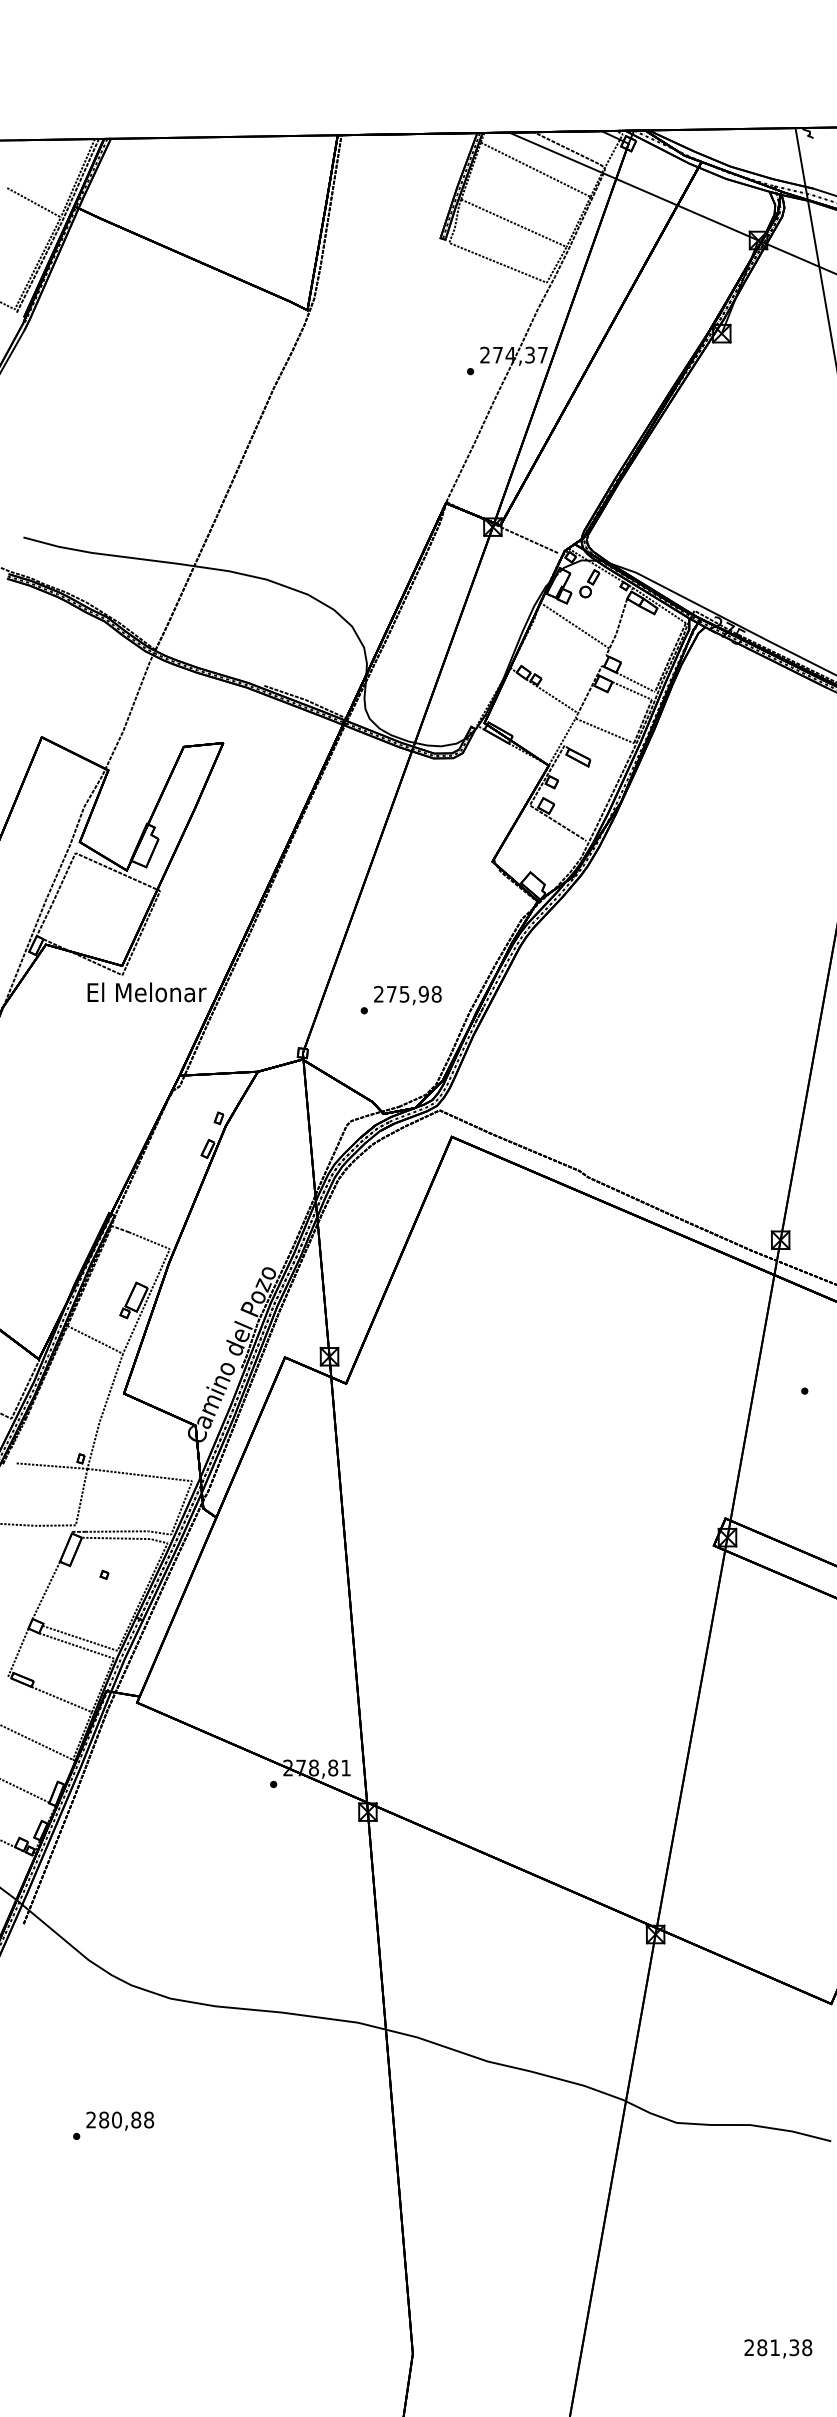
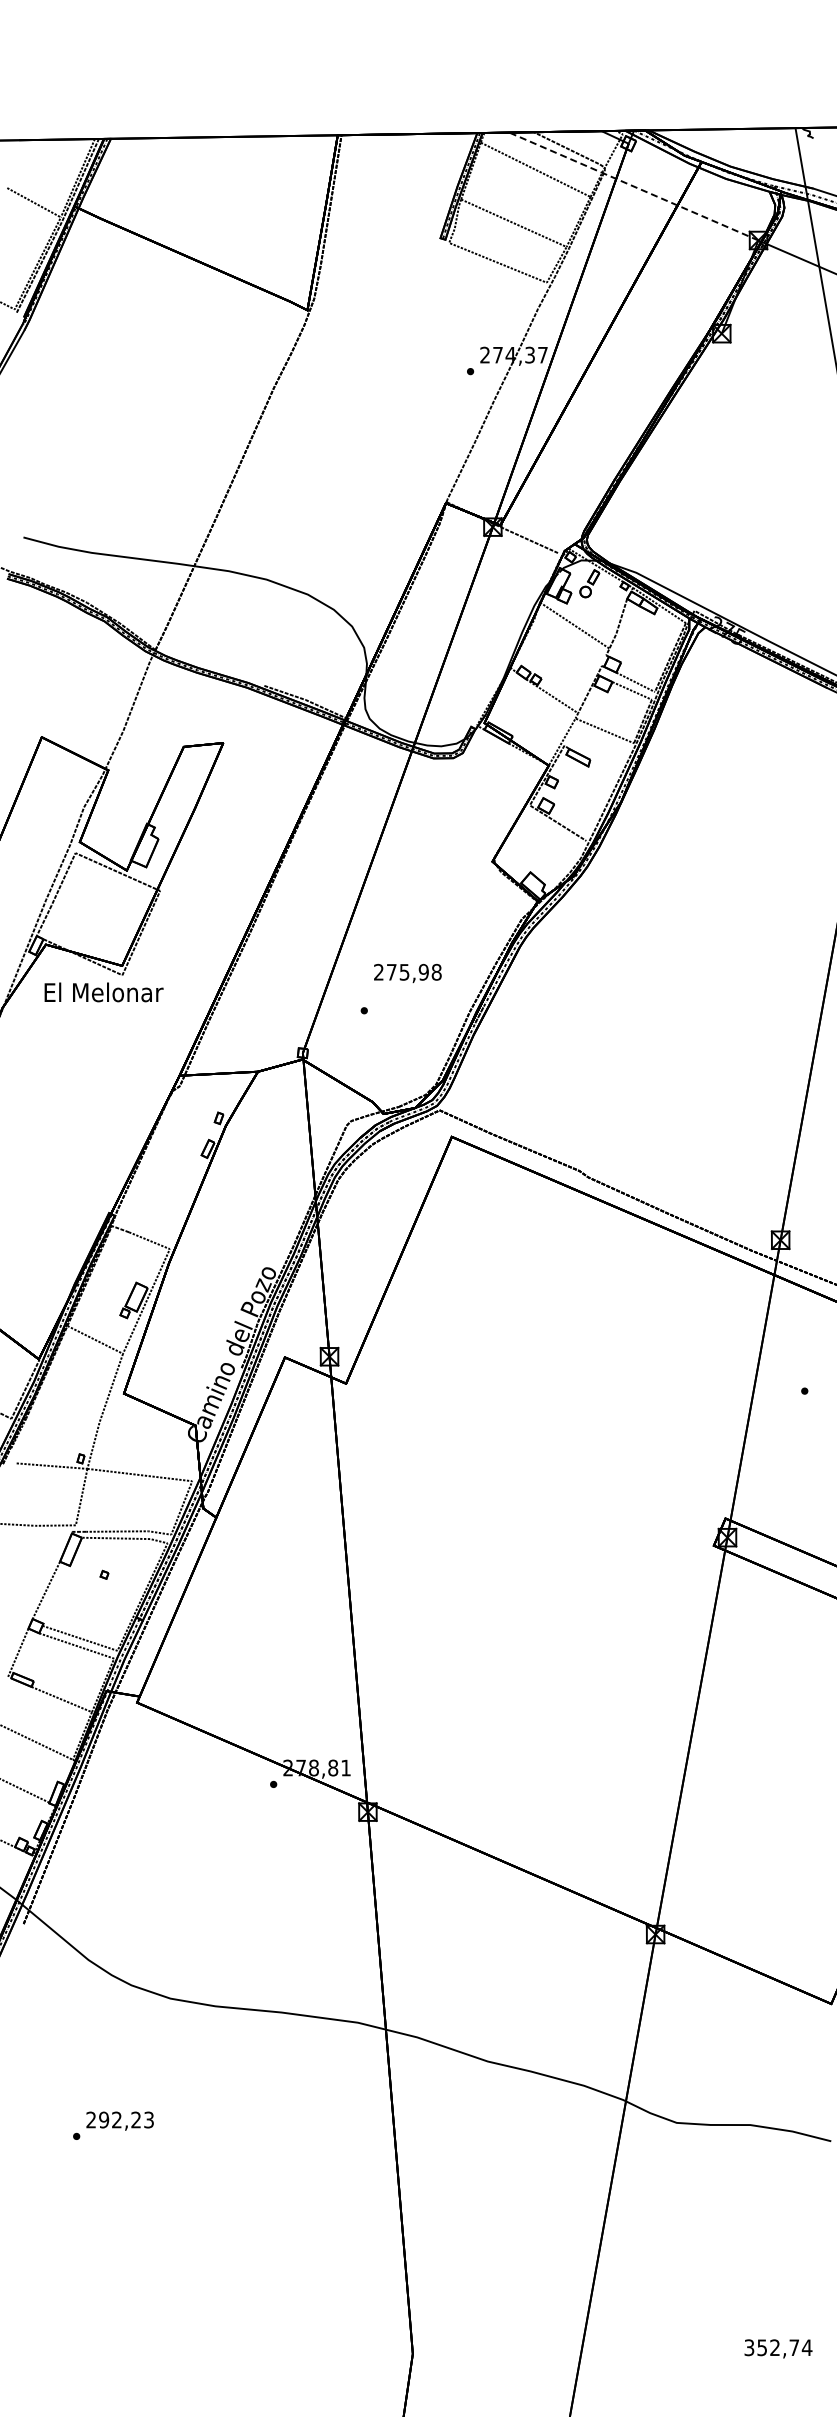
line at (633, 186): solid -> dashed
text at (146, 992) position: (146, 992) -> (103, 992)
text at (407, 995) position: (407, 995) -> (407, 973)
text at (126, 2119): 280,88 -> 292,23
text at (778, 2347): 281,38 -> 352,74
